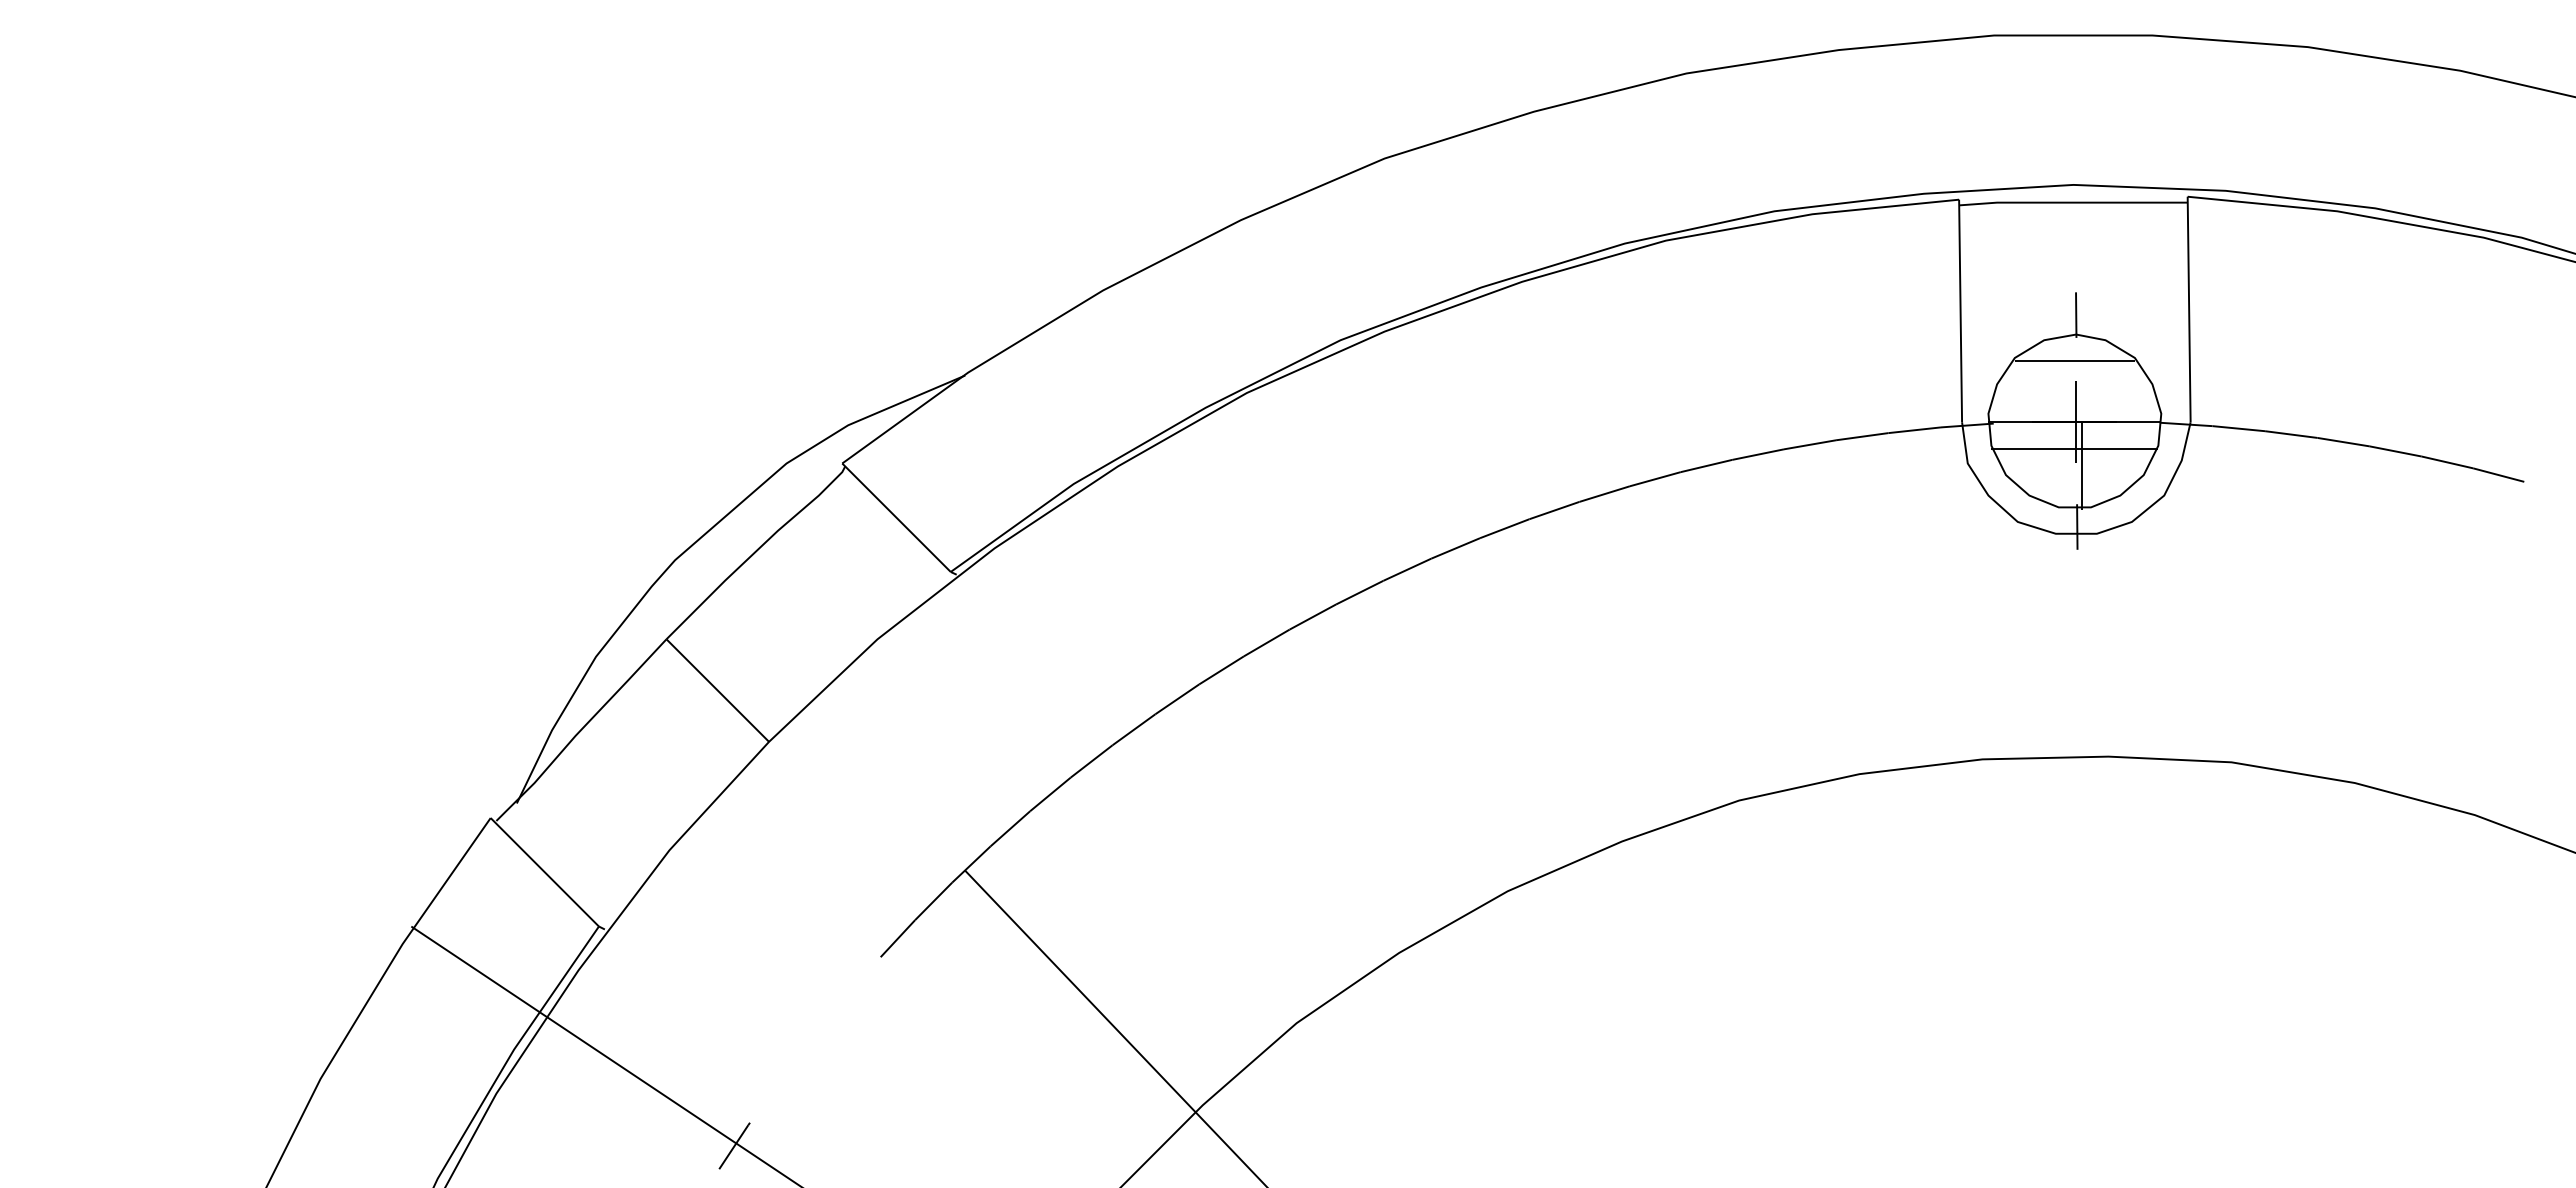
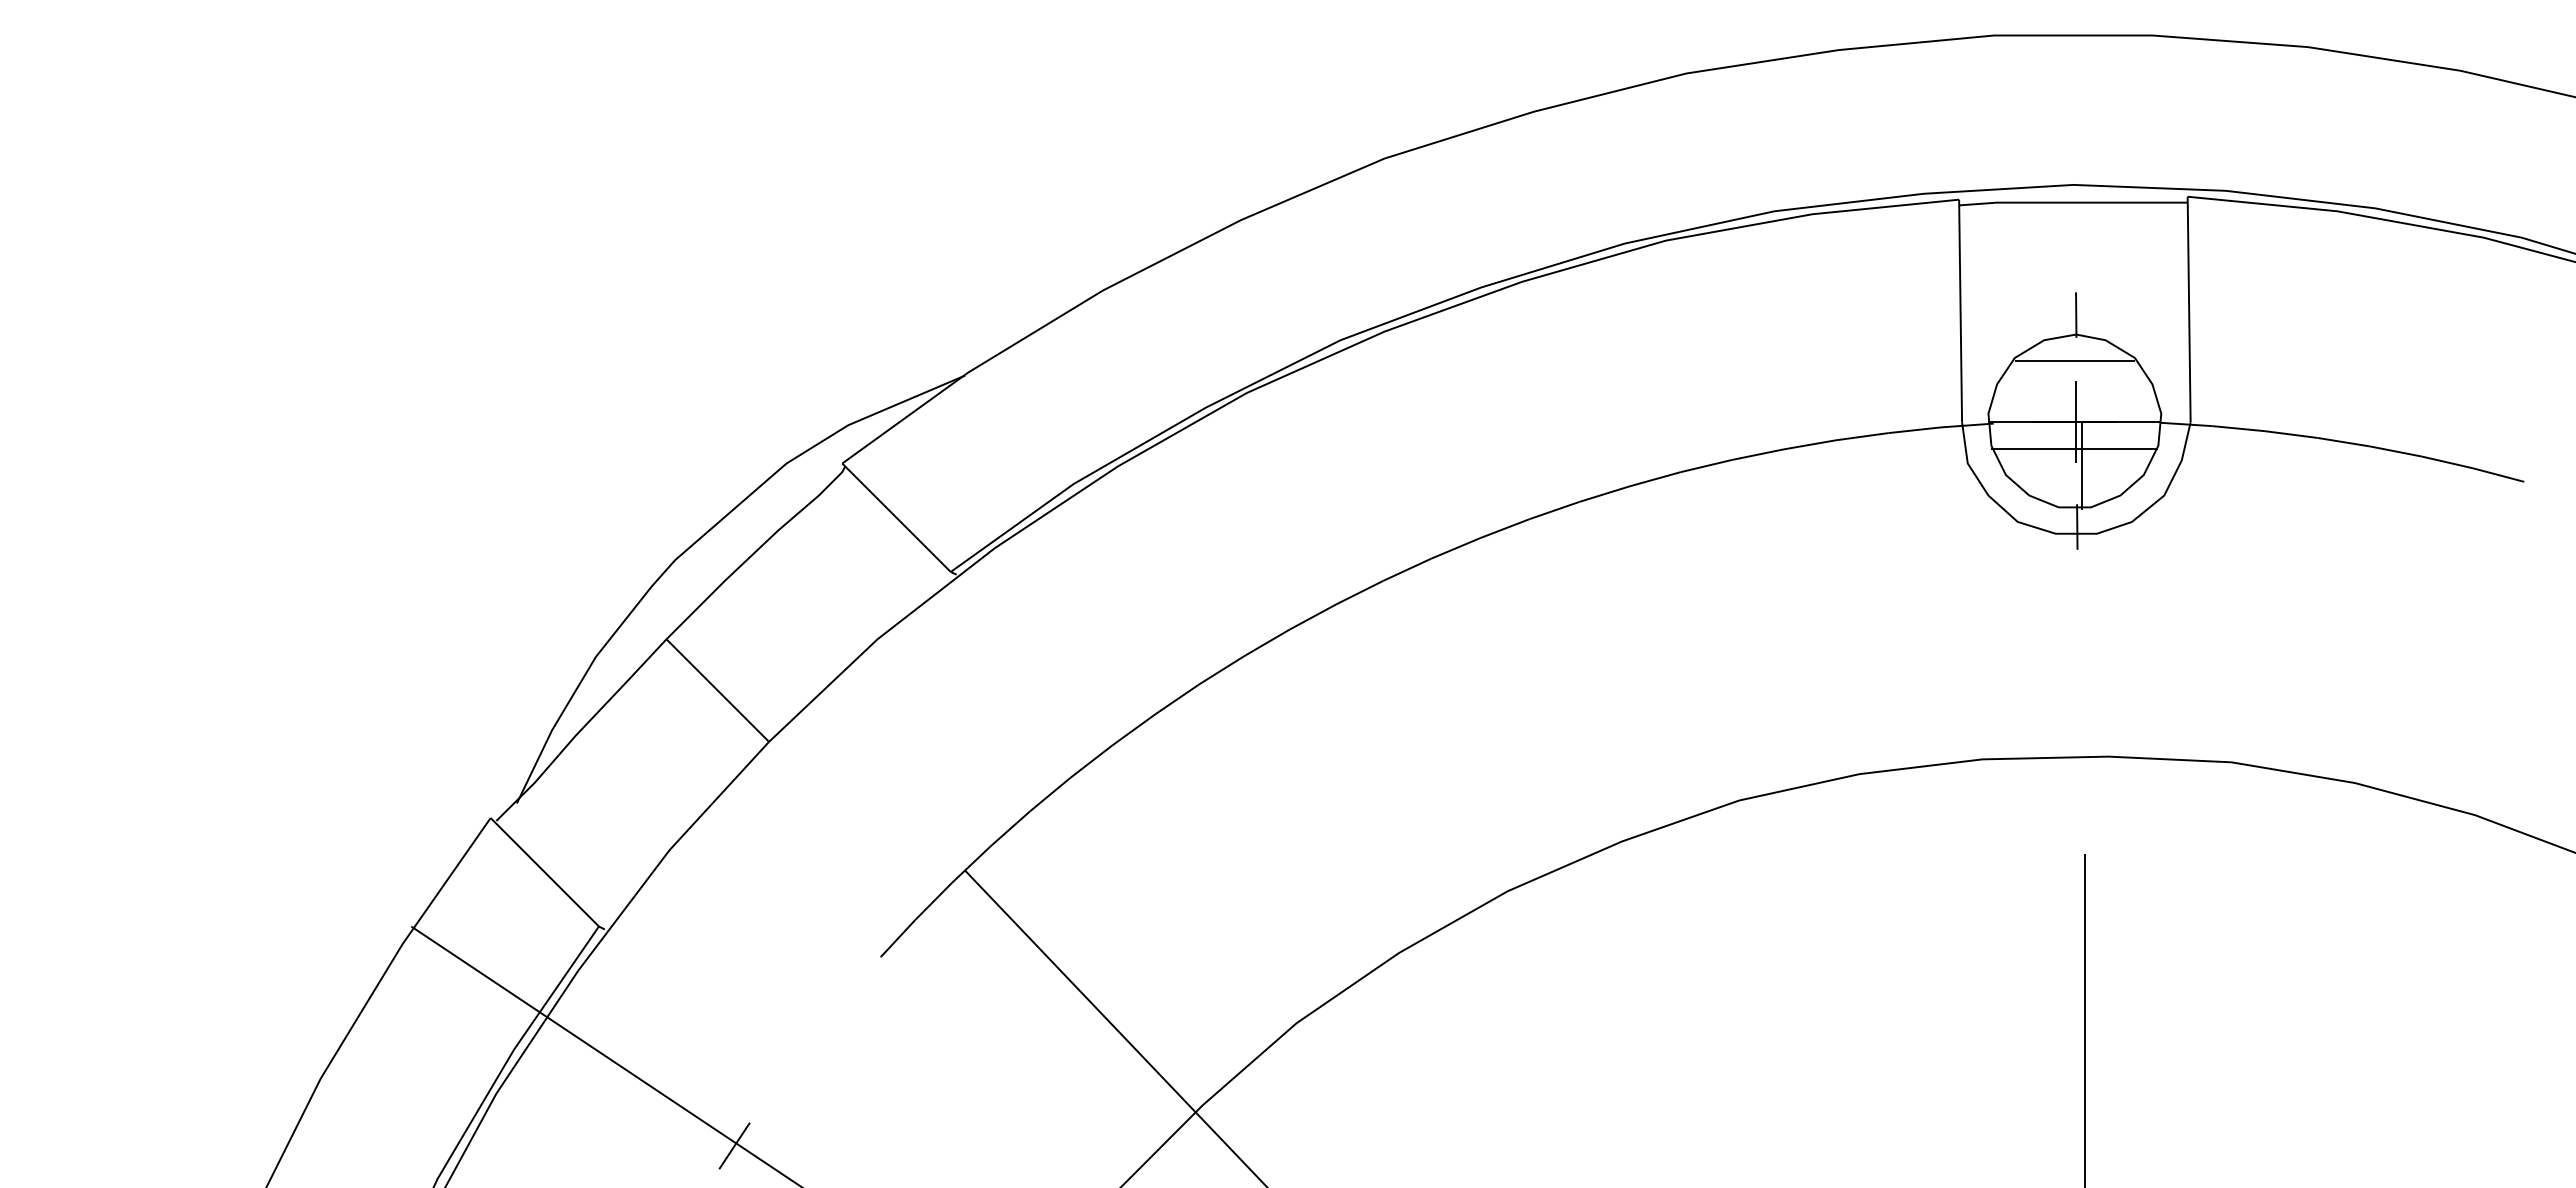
line at (2084, 1019): none -> present
